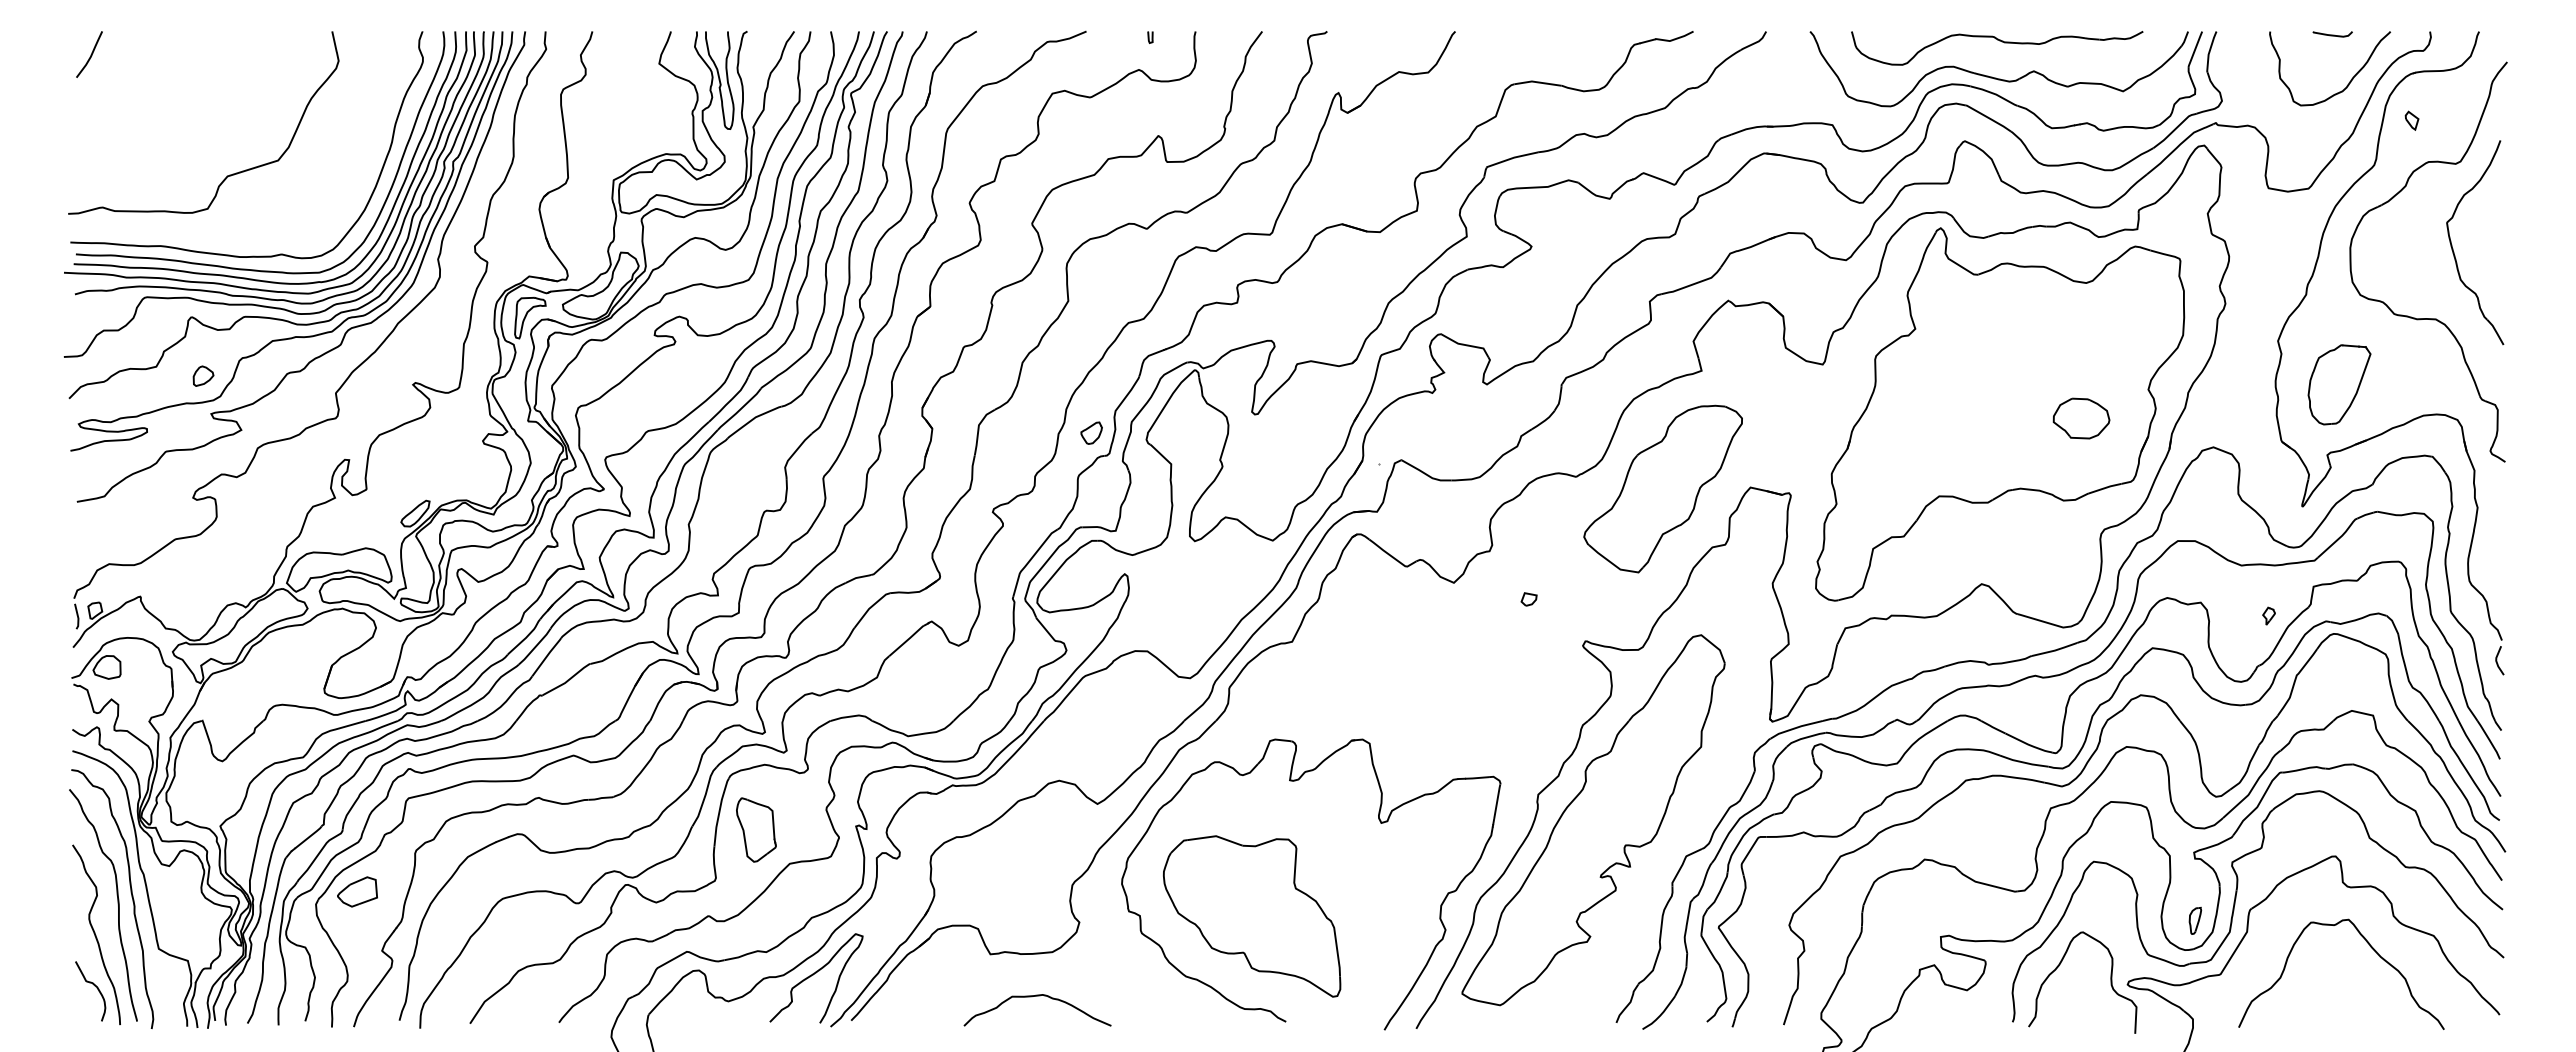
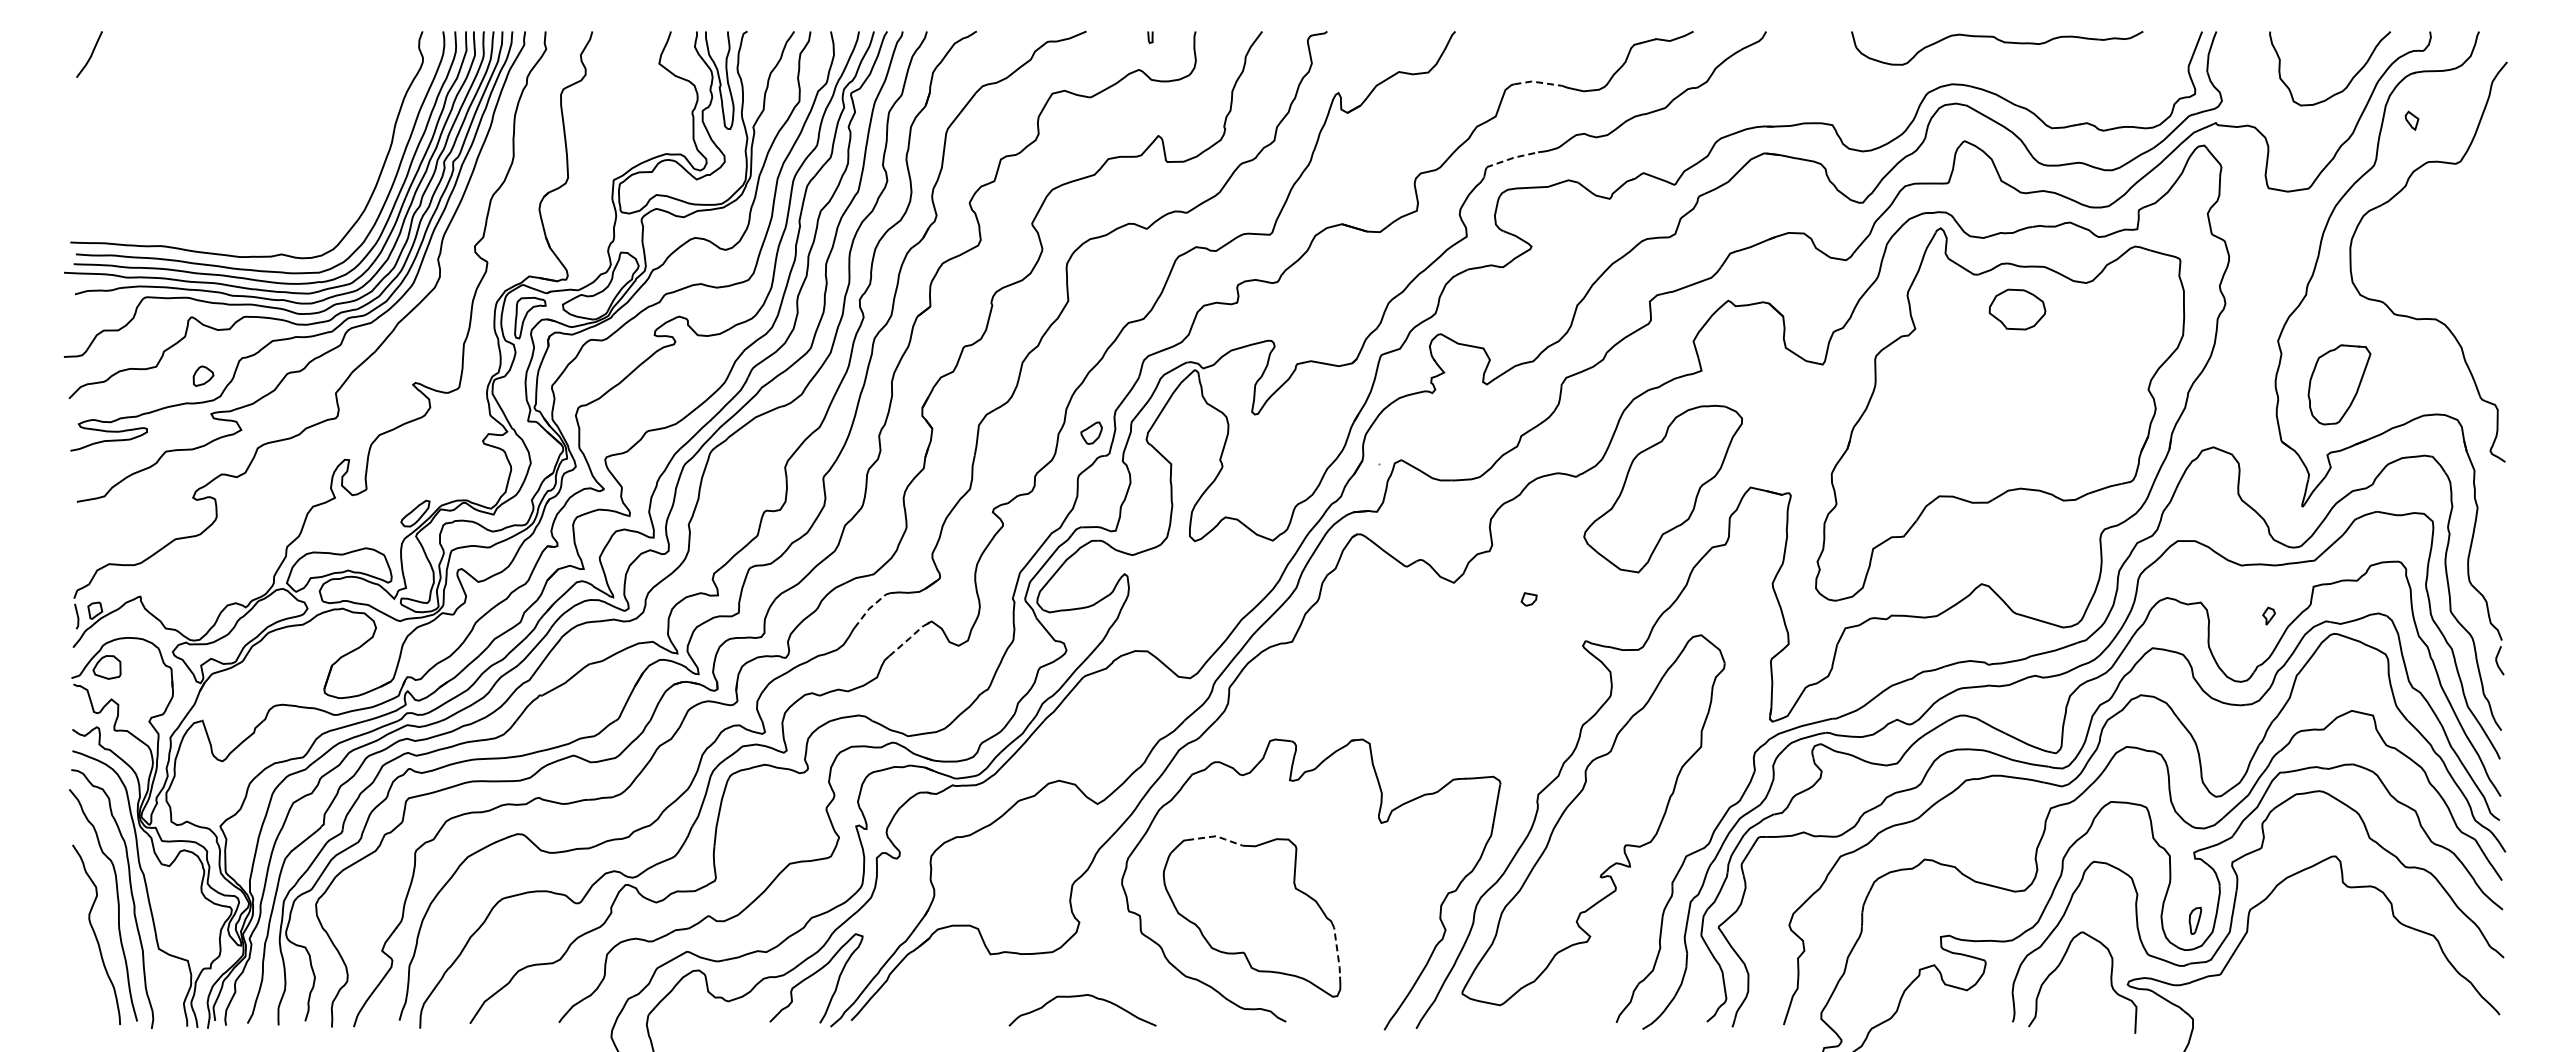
curve at (2332, 34): present -> none
part at (1996, 77): present -> none
line at (1537, 82): solid -> dashed
line at (1512, 158): solid -> dashed
curve at (229, 174): present -> none
part at (2453, 248): present -> none
part at (2081, 418) position: (2081, 418) -> (2017, 309)
line at (870, 607): solid -> dashed
line at (908, 639): solid -> dashed
part at (756, 829): present -> none
line at (1216, 836): solid -> dashed
part at (357, 891): present -> none
curve at (2369, 946): present -> none
line at (1337, 949): solid -> dashed
curve at (94, 986): present -> none
curve at (1032, 997) position: (1032, 997) -> (1077, 997)
